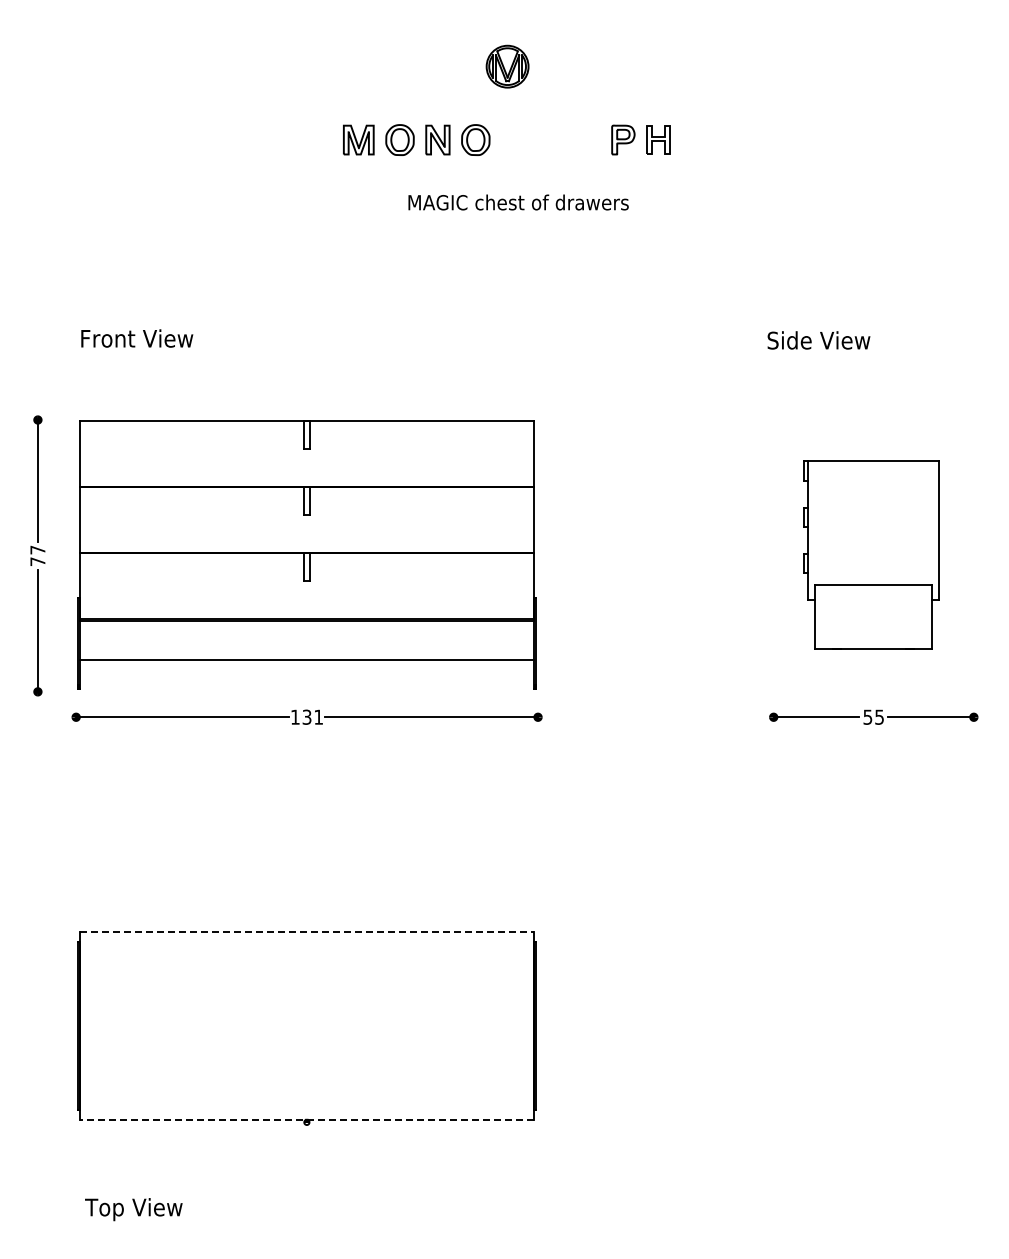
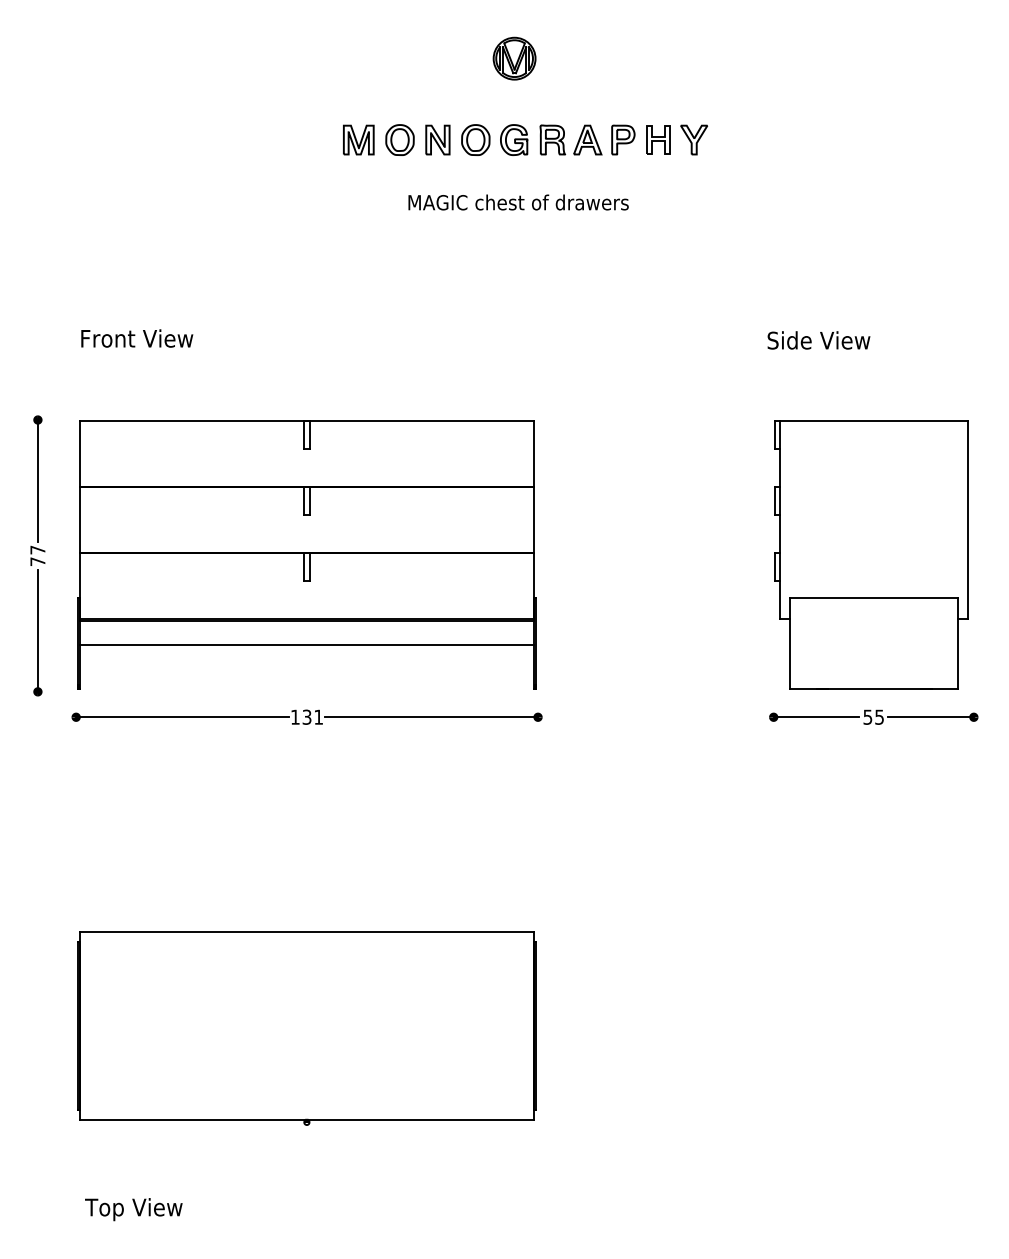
part at (507, 66) position: (507, 66) -> (514, 58)
part at (564, 137): none -> present
part at (514, 139): none -> present
part at (694, 139): none -> present
part at (871, 554) size: 137x190 px -> 195x270 px
line at (306, 660) position: (306, 660) -> (306, 645)
line at (306, 931): dashed -> solid
line at (306, 1119): dashed -> solid
